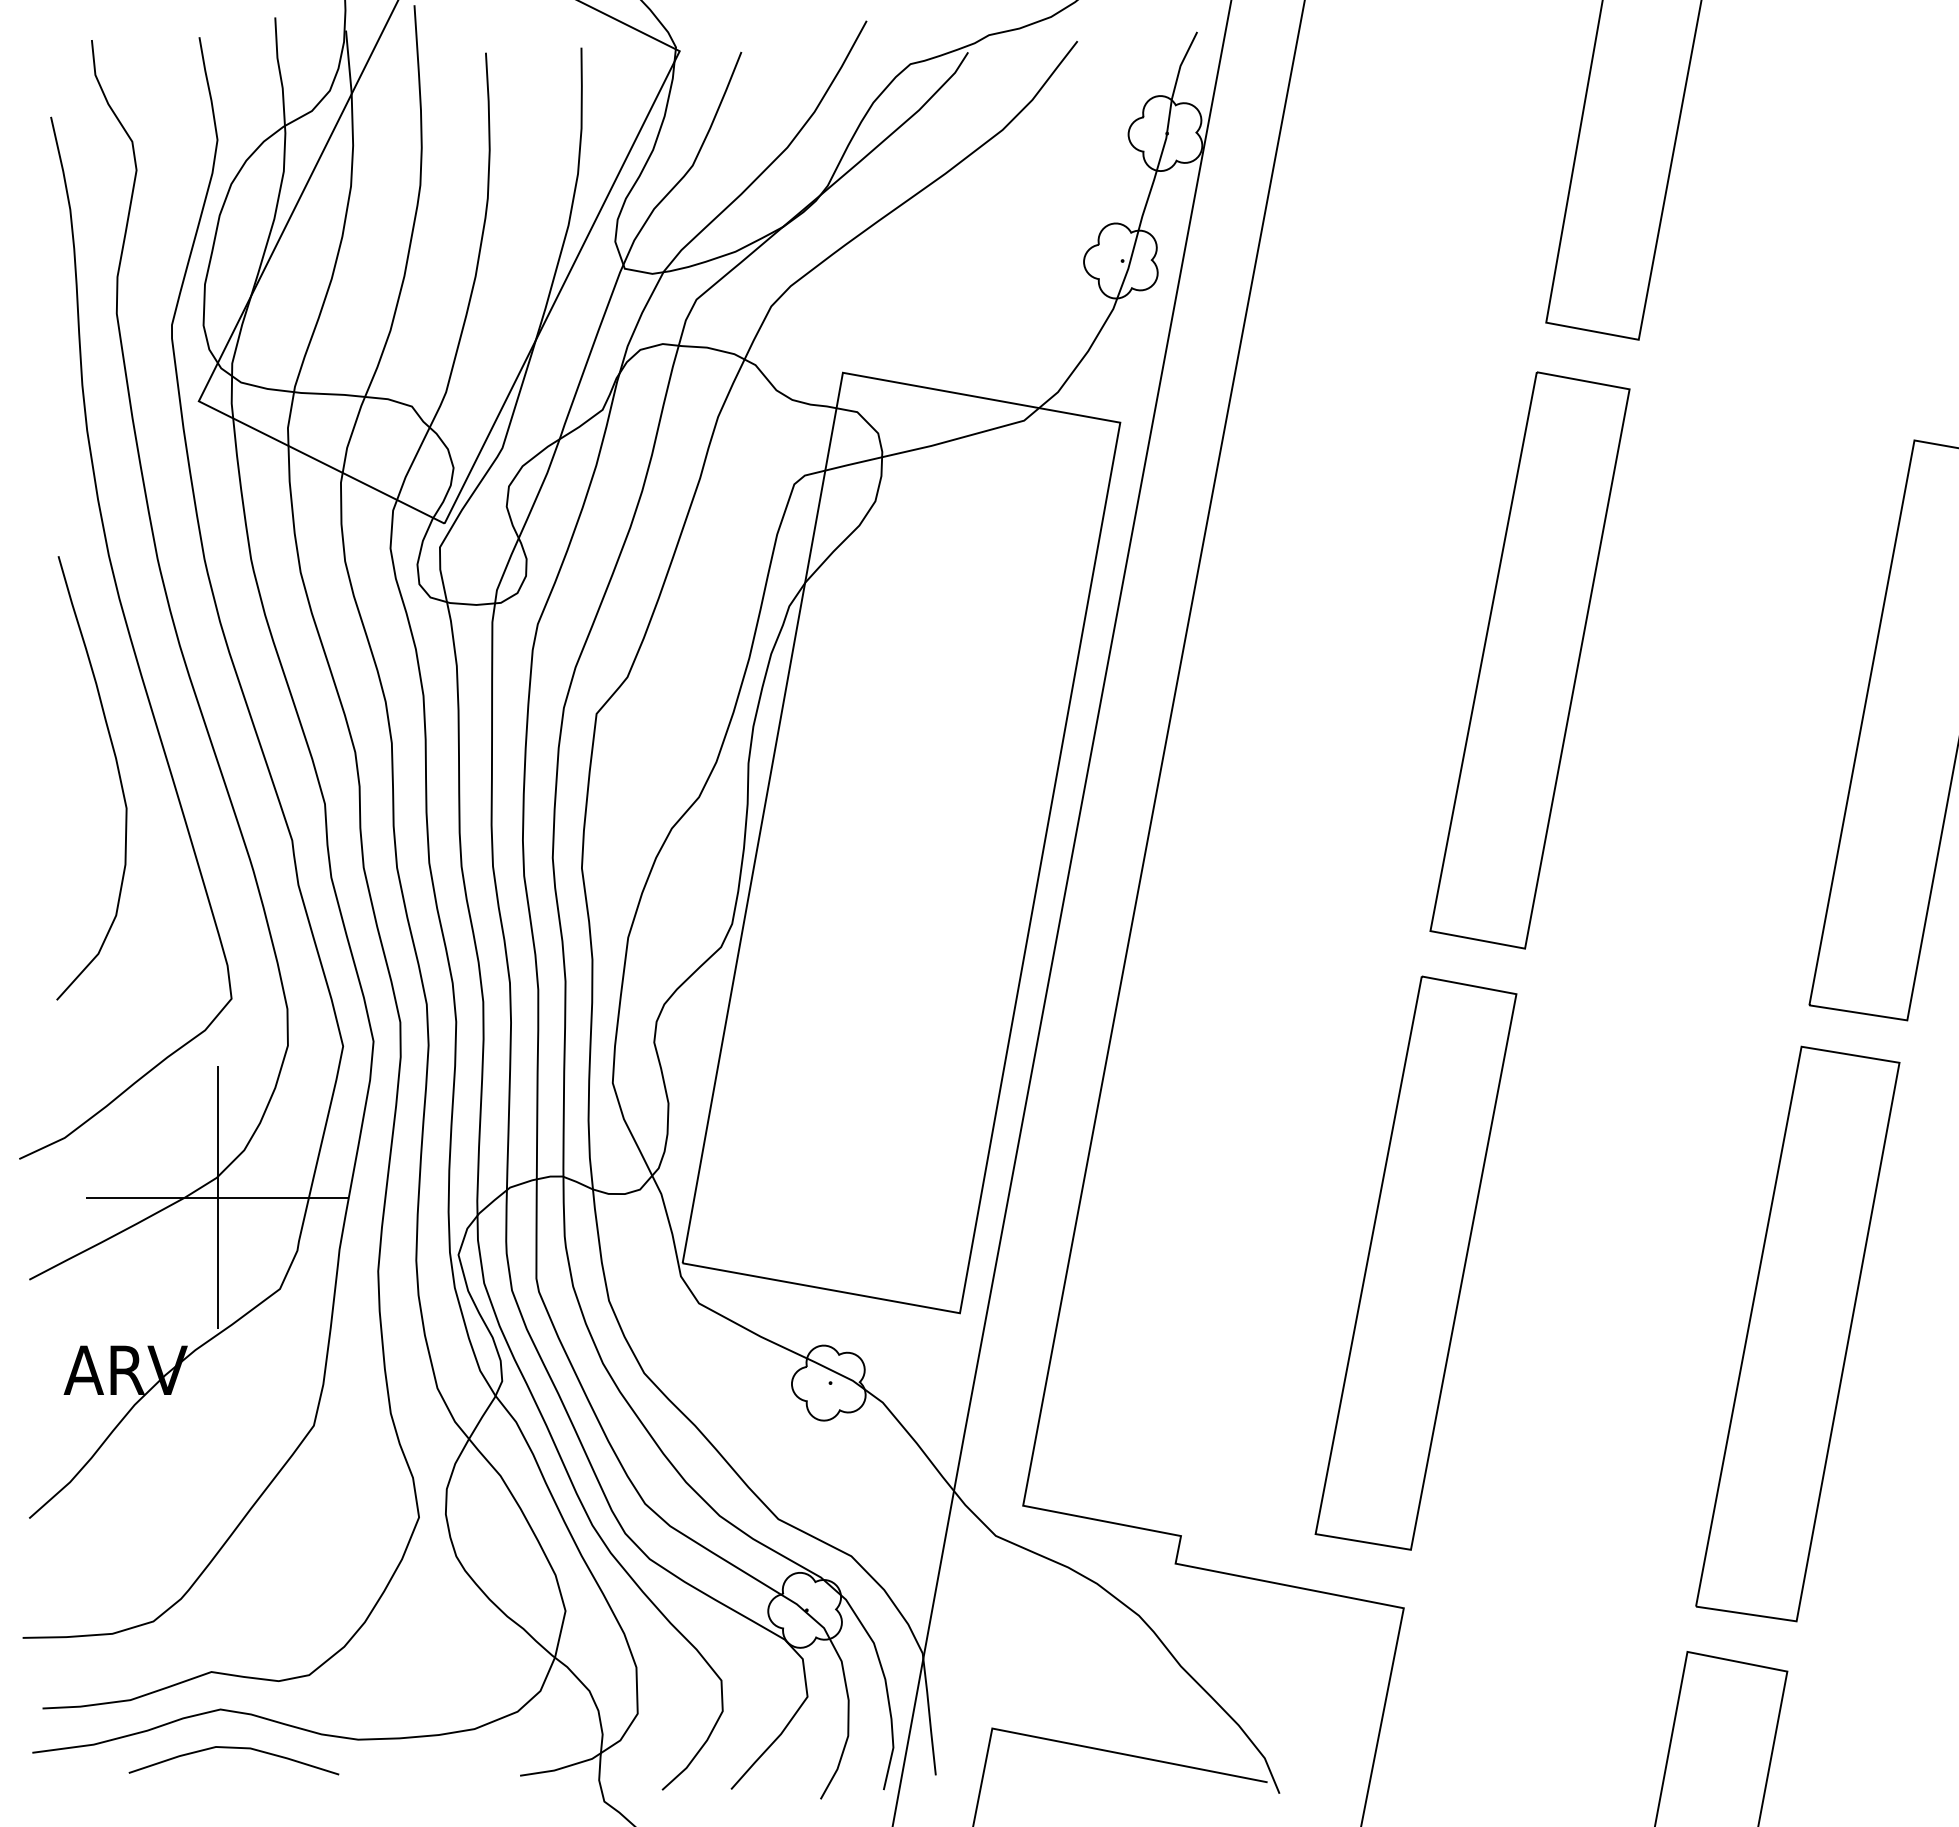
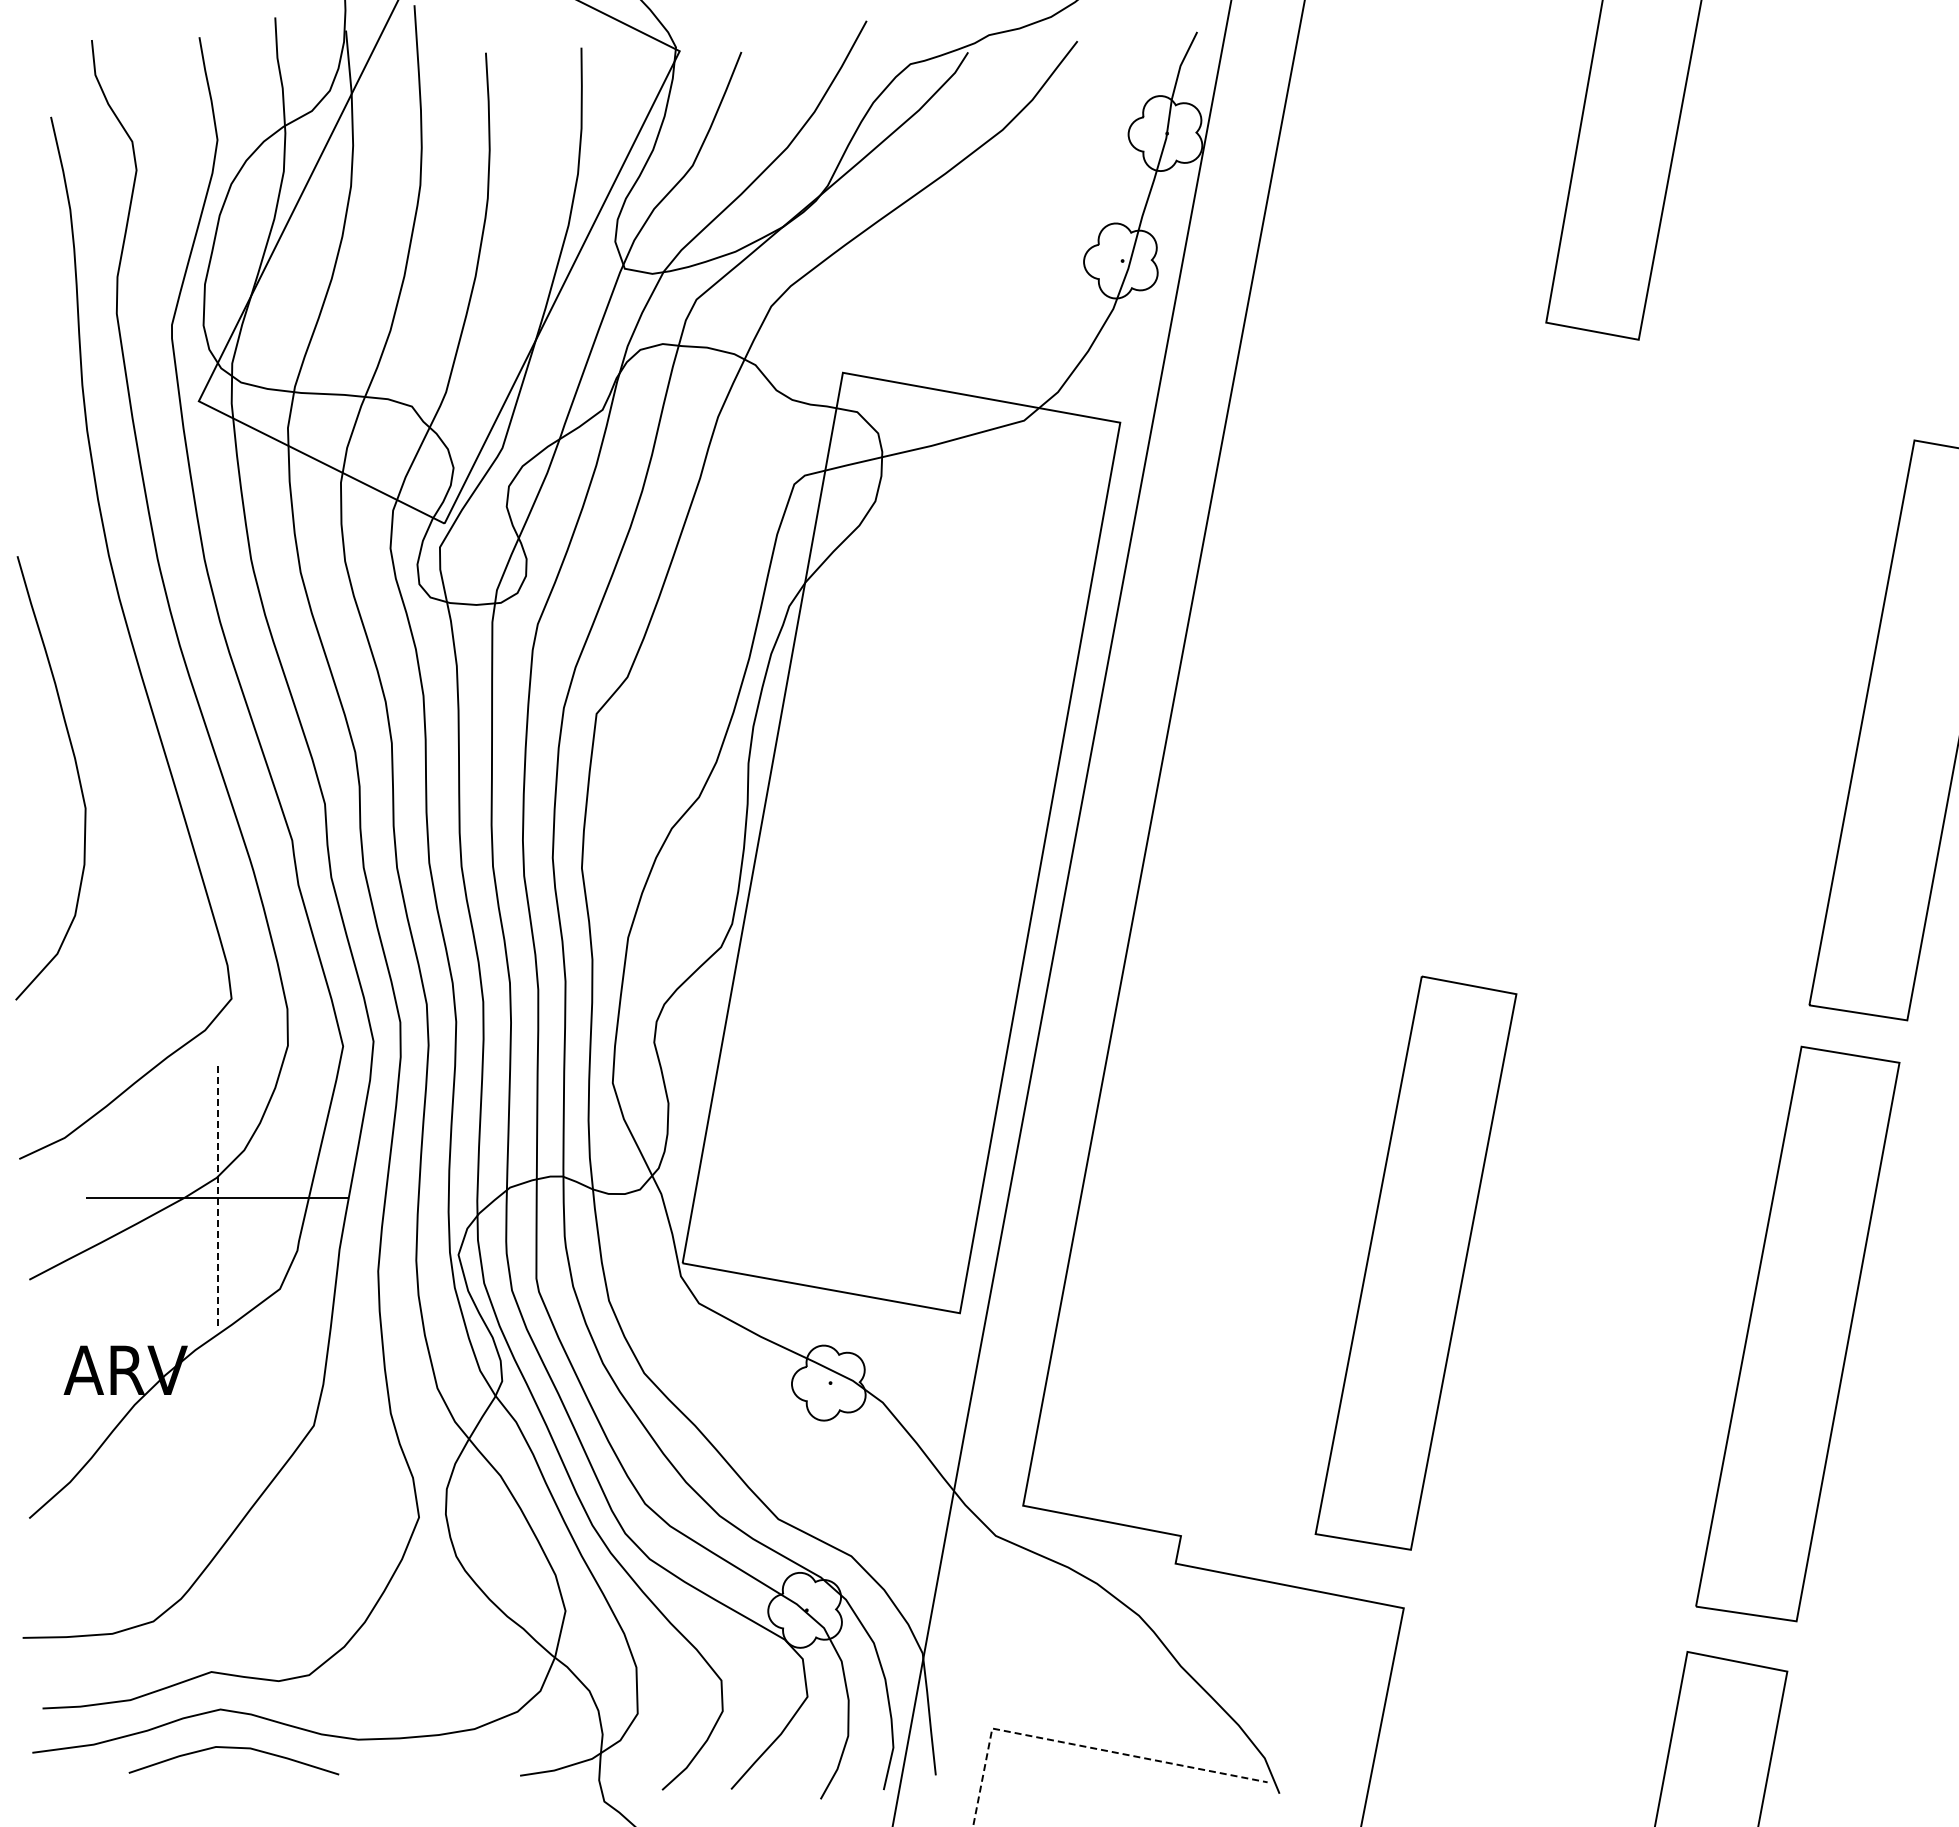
part at (1529, 660): present -> none
curve at (117, 771) position: (117, 771) -> (76, 771)
line at (217, 1198): solid -> dashed
line at (1080, 1745): solid -> dashed
